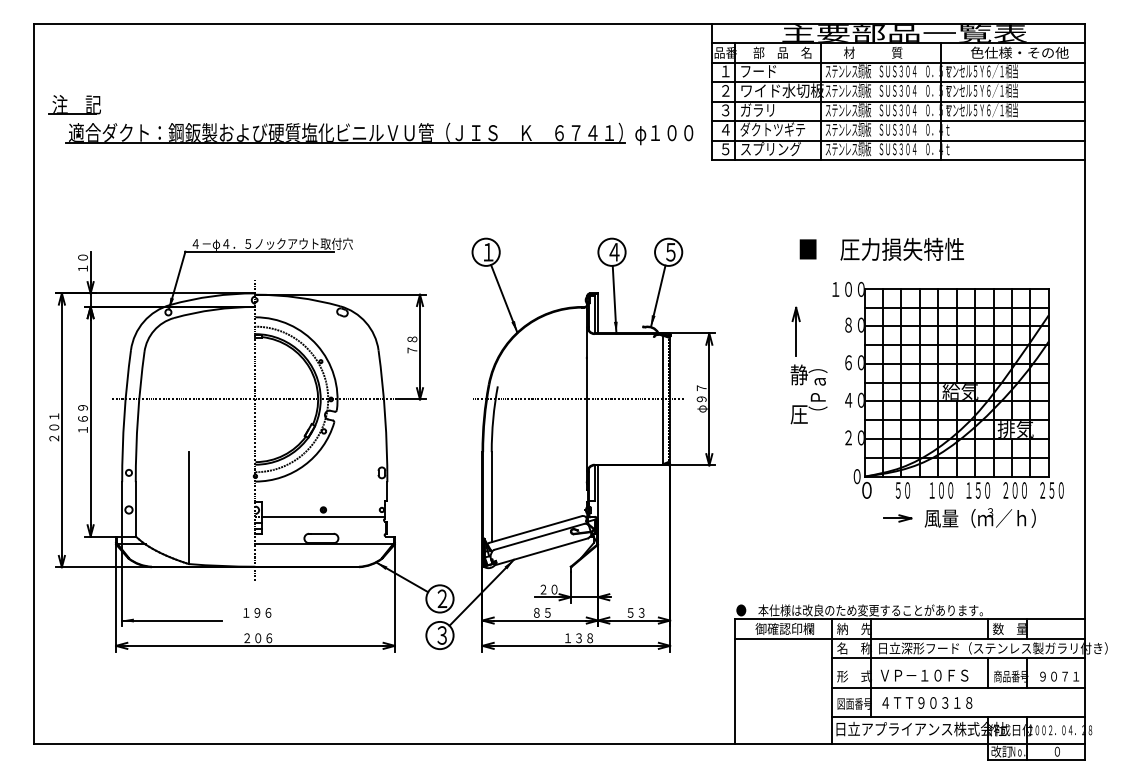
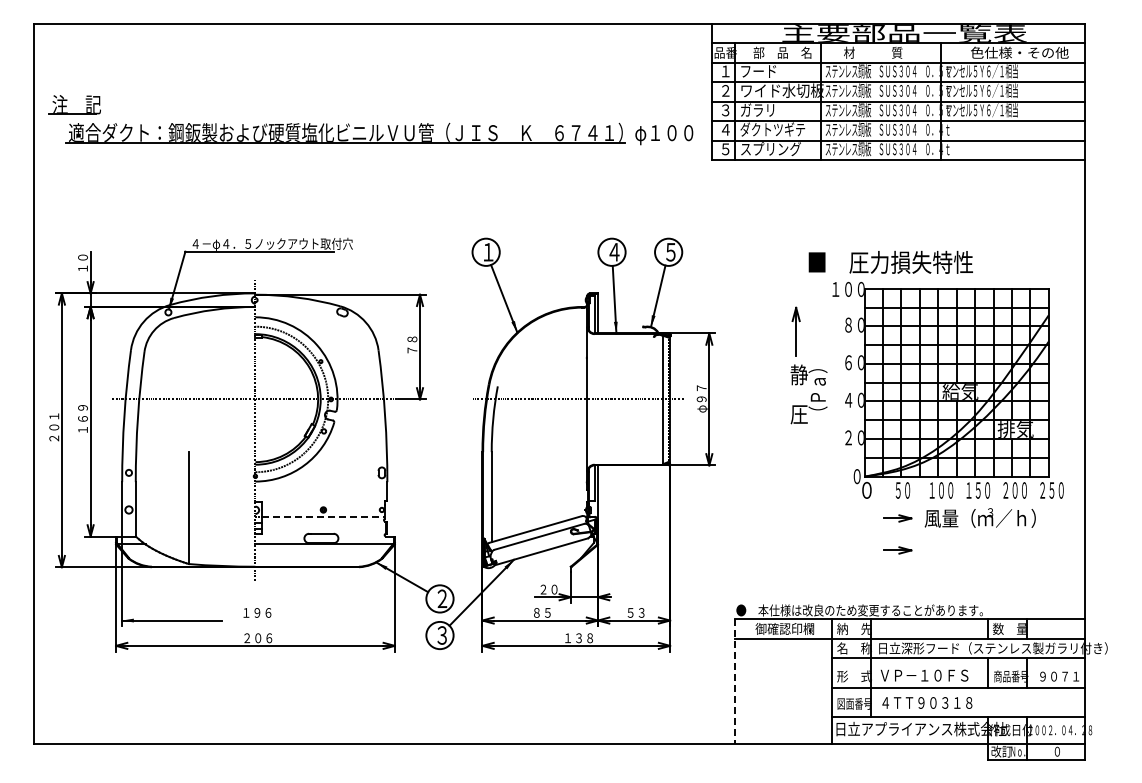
text at (881, 248) position: (881, 248) -> (890, 261)
line at (323, 517): solid -> dashed
part at (897, 550): none -> present
line at (734, 682): solid -> dashed
